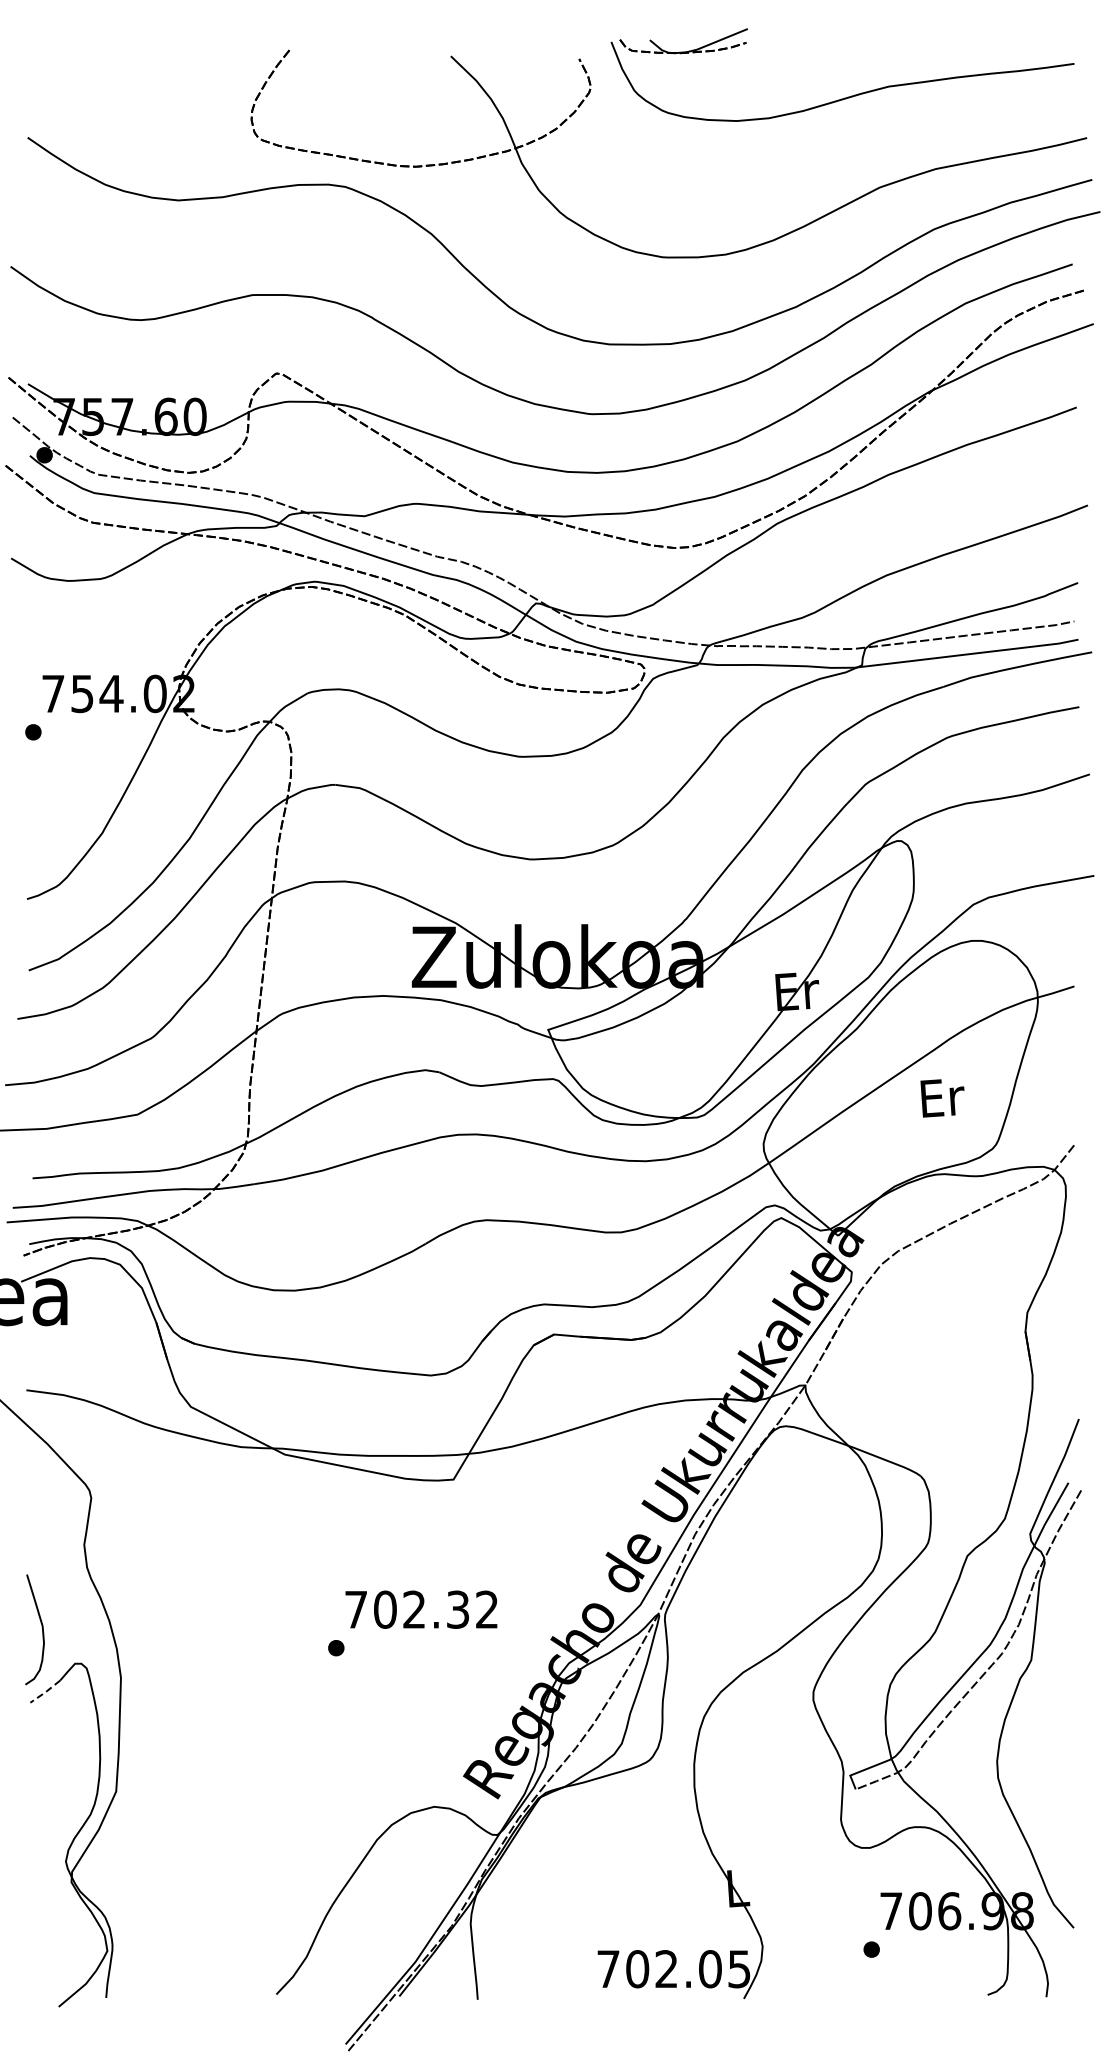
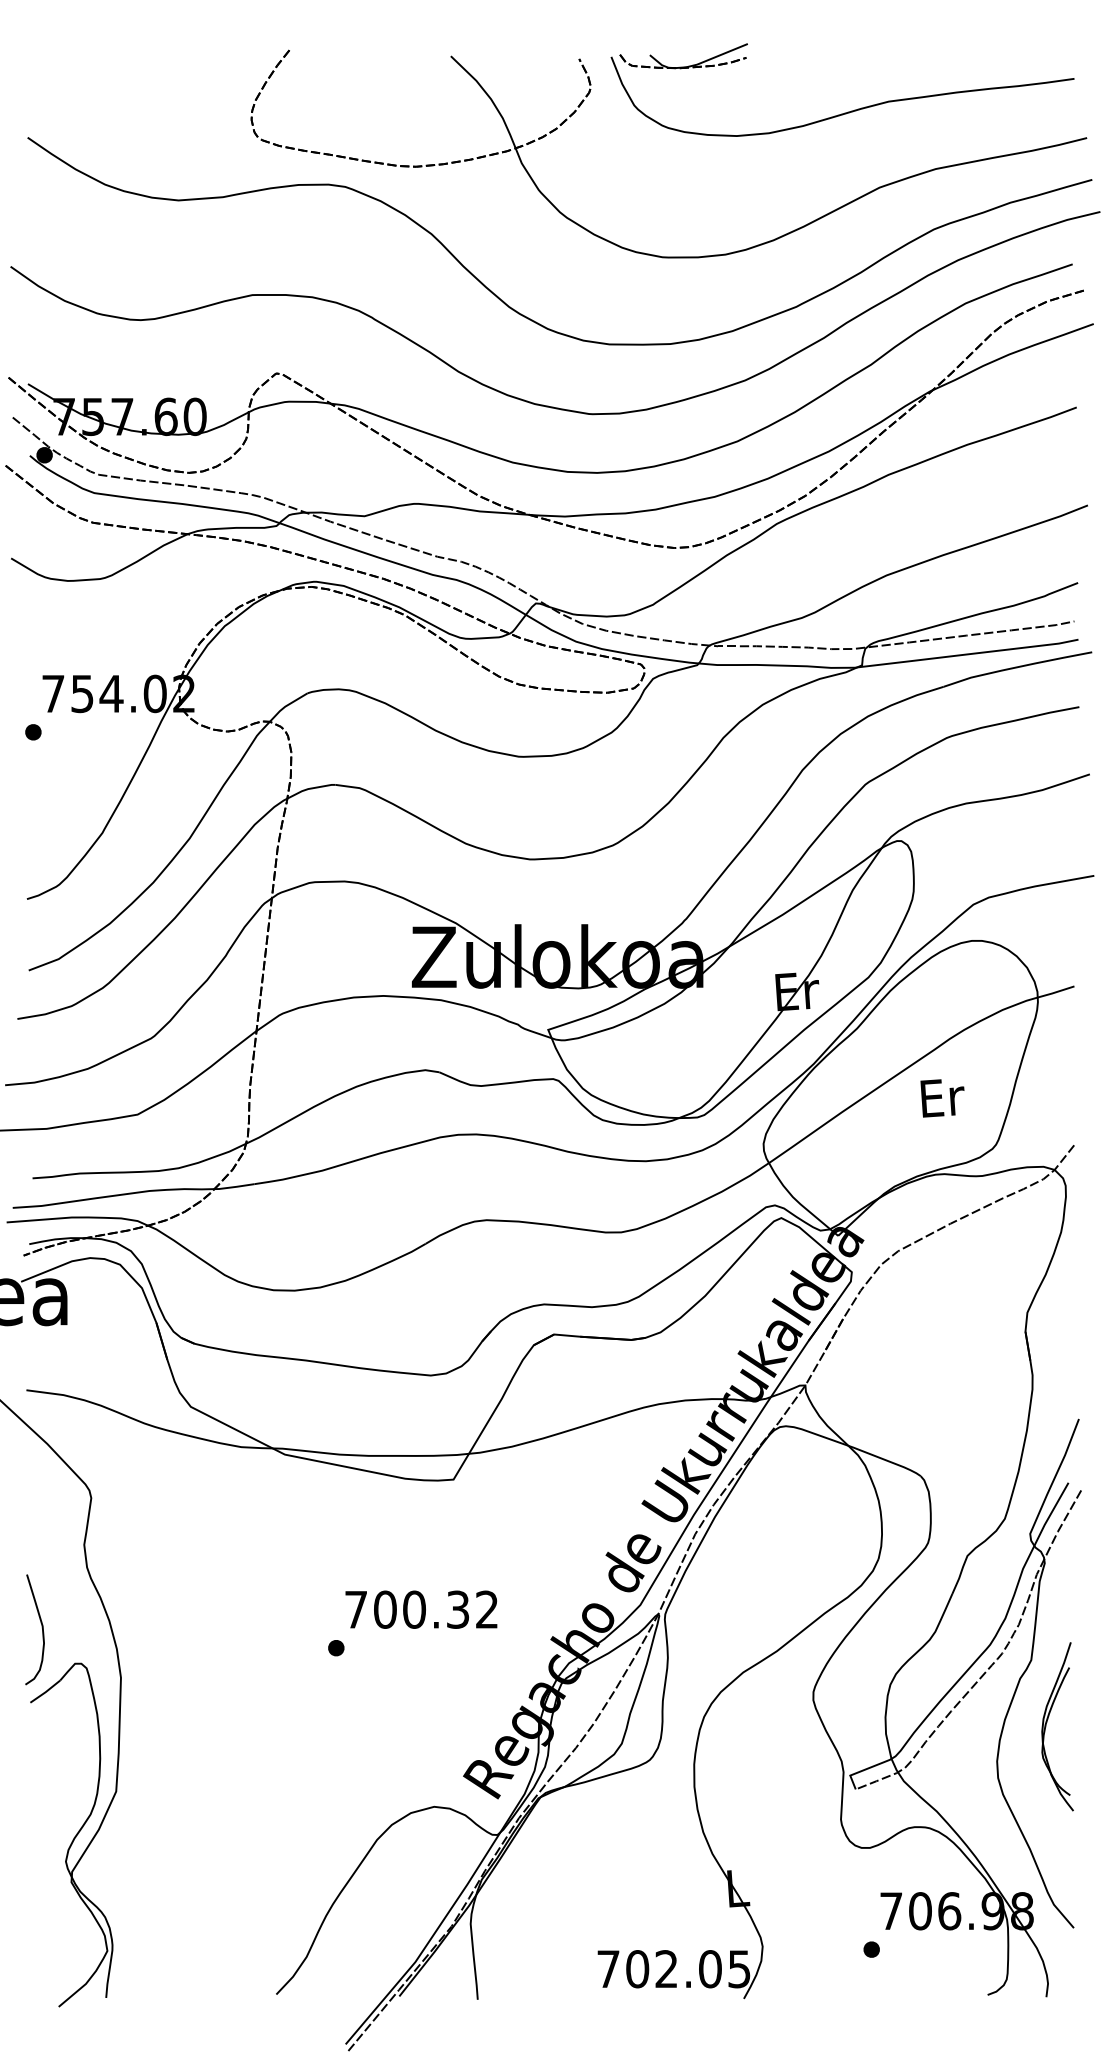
part at (848, 96) position: (848, 96) -> (848, 111)
text at (414, 1609): 702.32 -> 700.32
line at (45, 1692): dashed -> solid
part at (1047, 1722): none -> present
